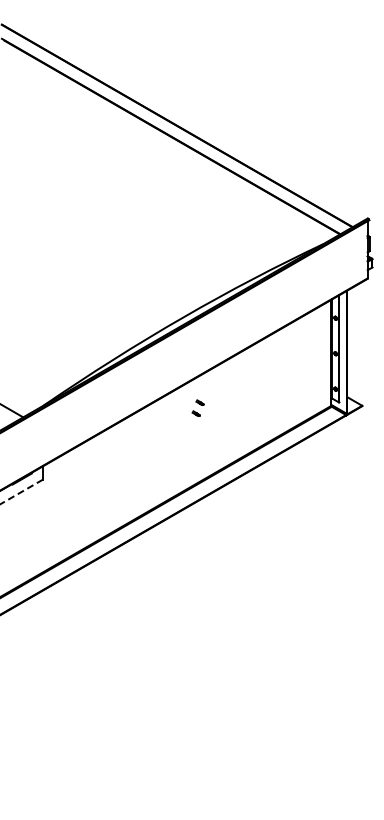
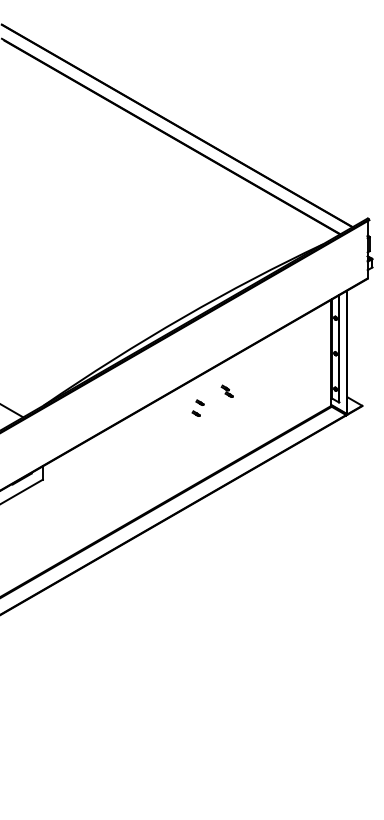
part at (226, 390): none -> present
line at (21, 492): dashed -> solid
